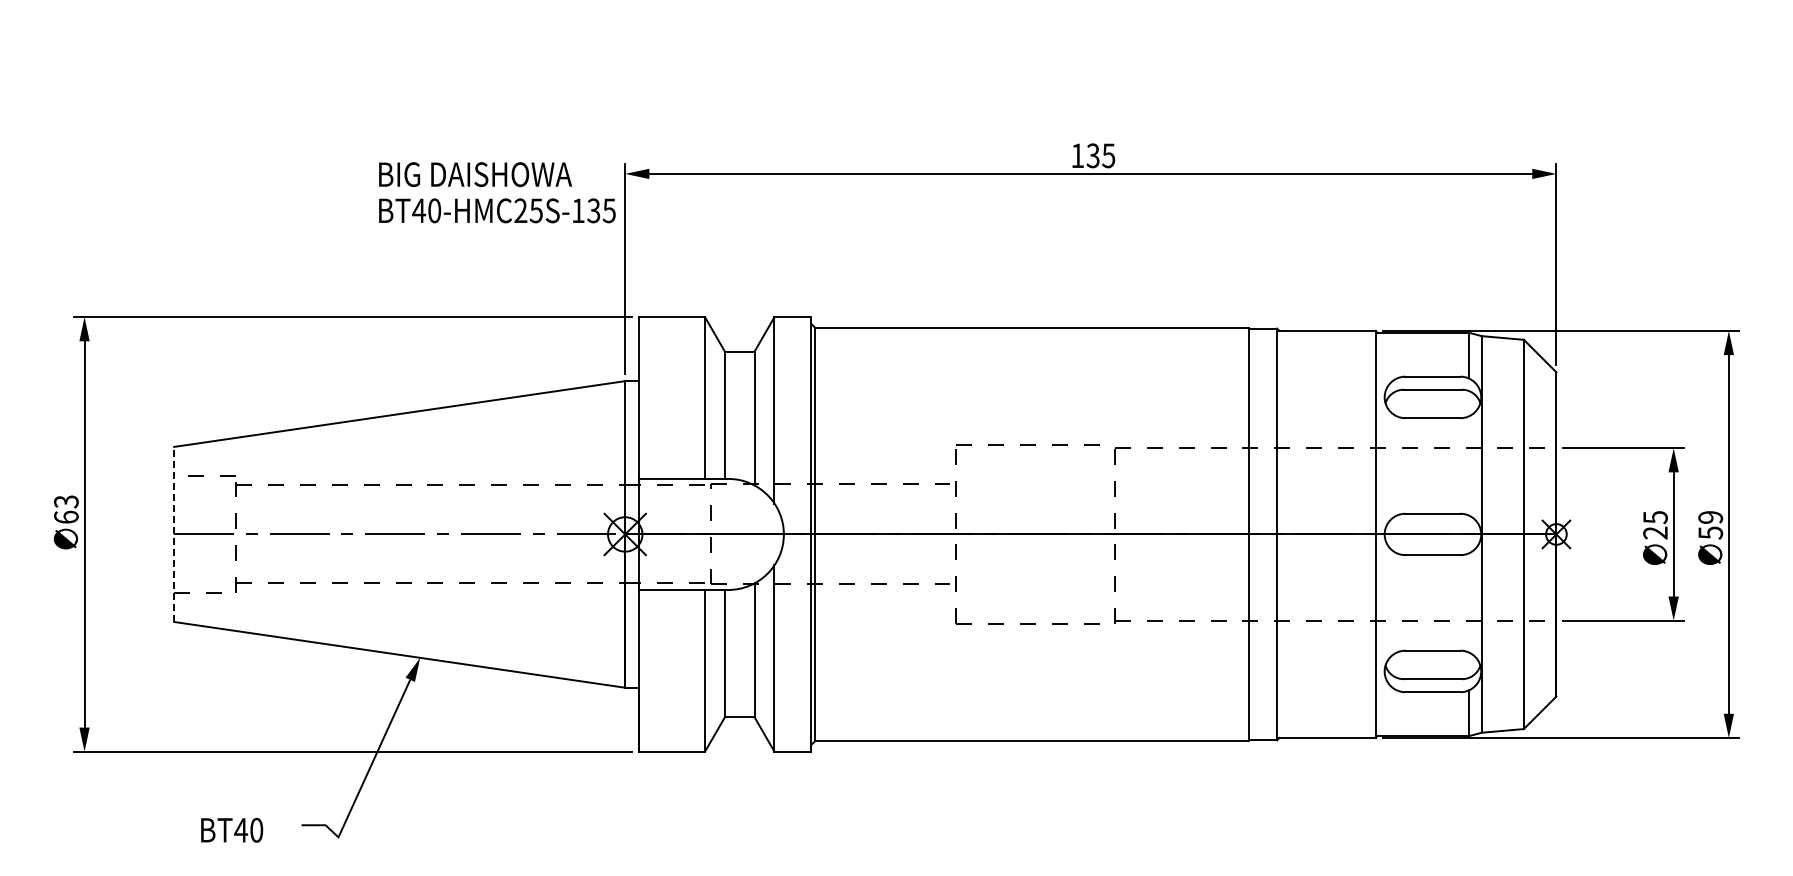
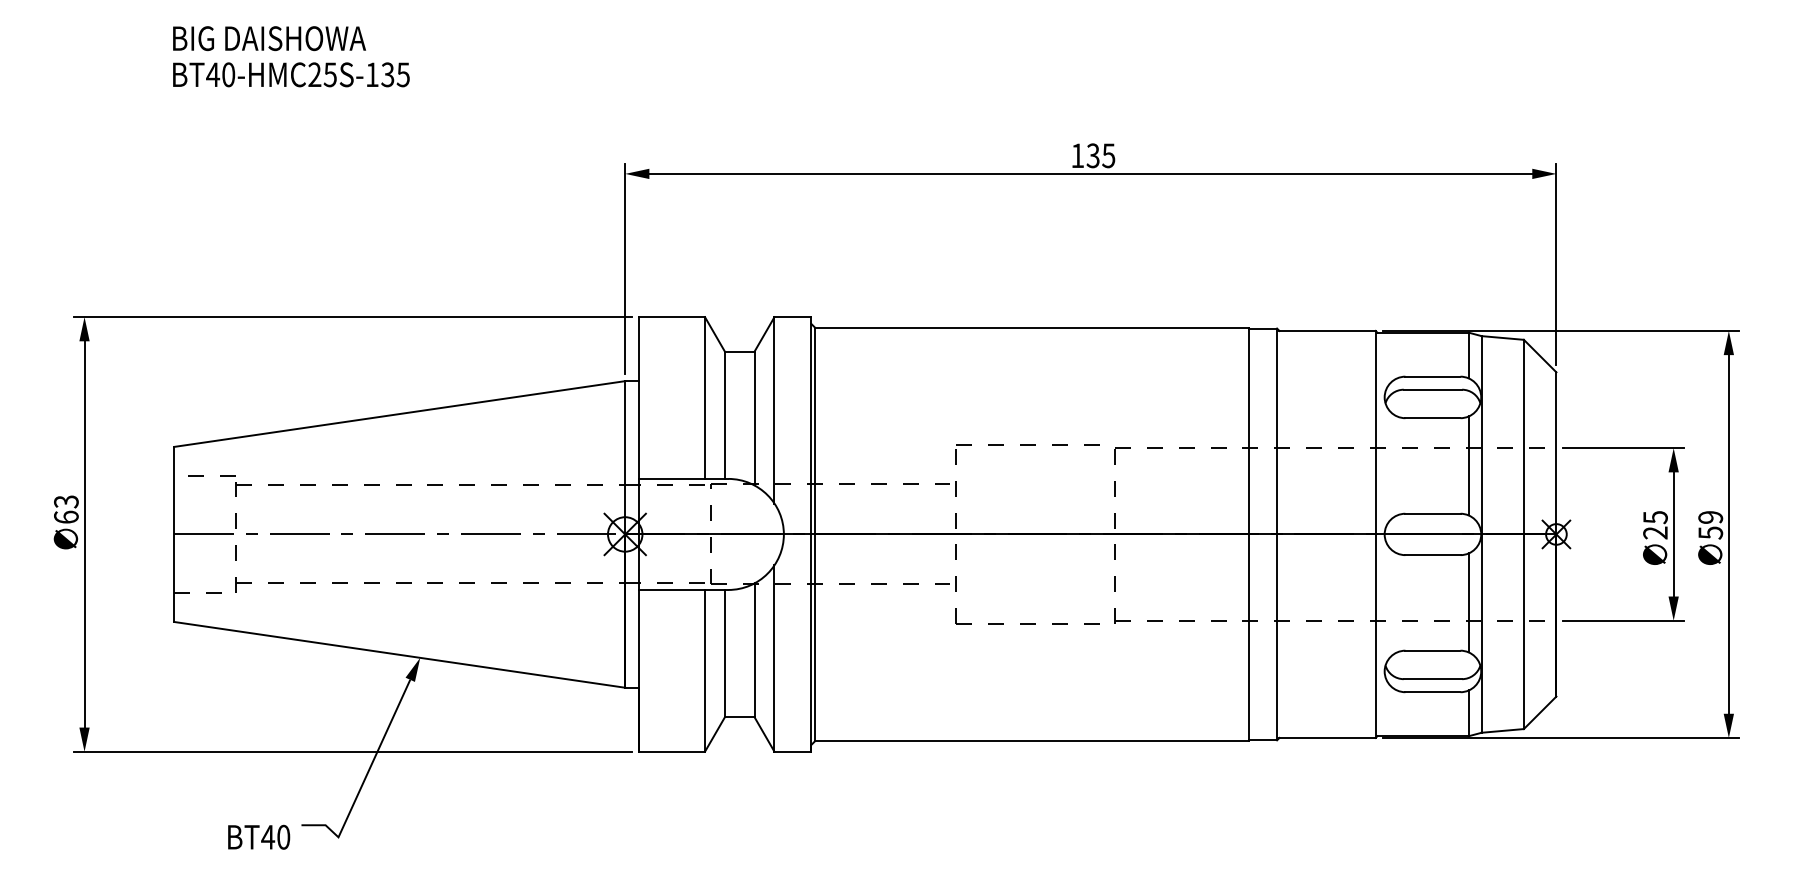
text at (497, 192) position: (497, 192) -> (291, 56)
line at (1468, 465): none -> present
line at (174, 534): dashed -> solid
line at (1468, 602): none -> present
text at (232, 829) position: (232, 829) -> (259, 836)
